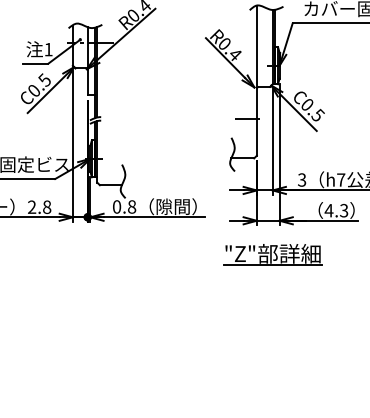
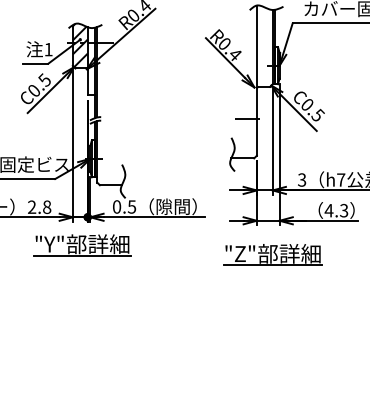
hatch at (79, 45): none -> present
text at (131, 206): 0.8 -> 0.5
part at (82, 245): none -> present
